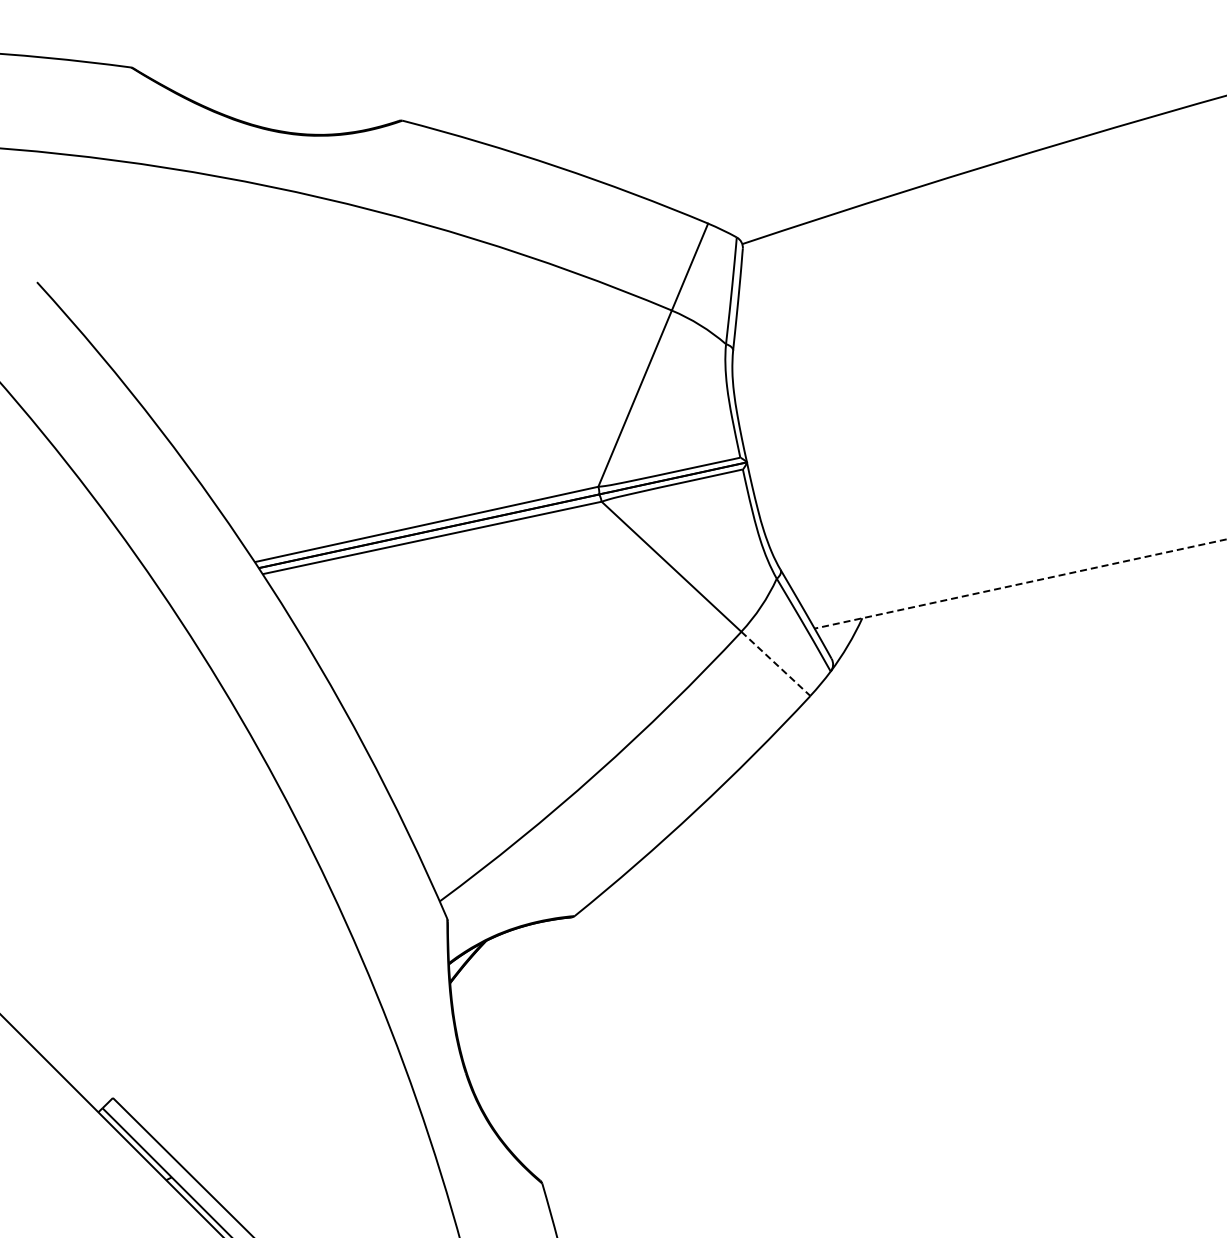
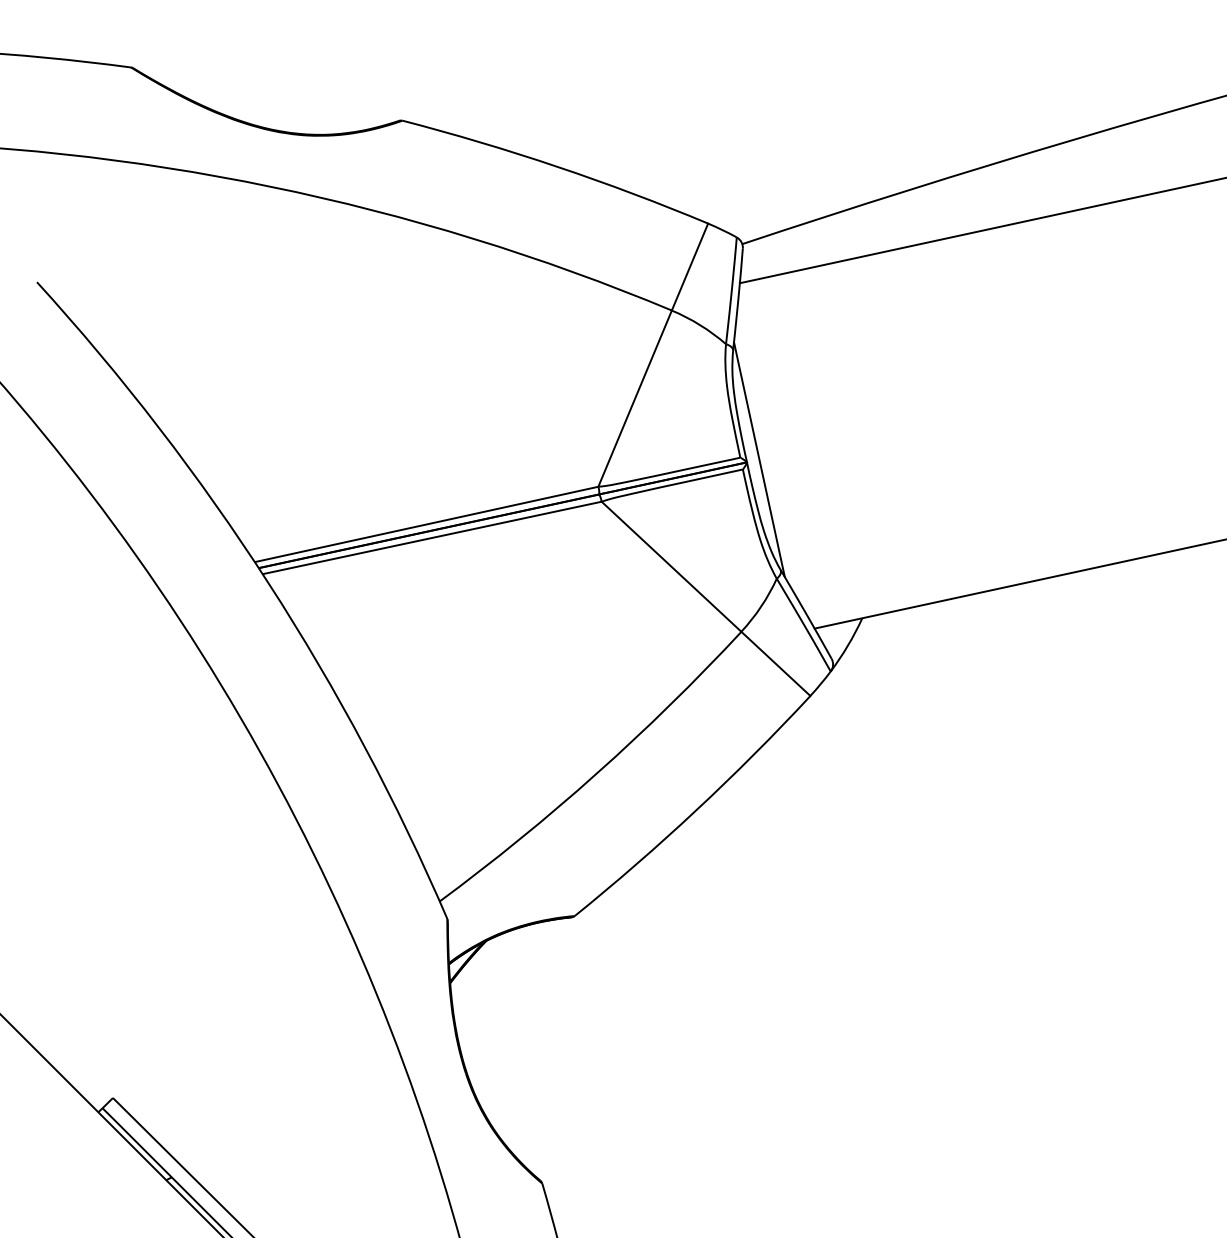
line at (981, 230): none -> present
line at (759, 459): none -> present
line at (1020, 583): dashed -> solid
line at (776, 664): dashed -> solid
